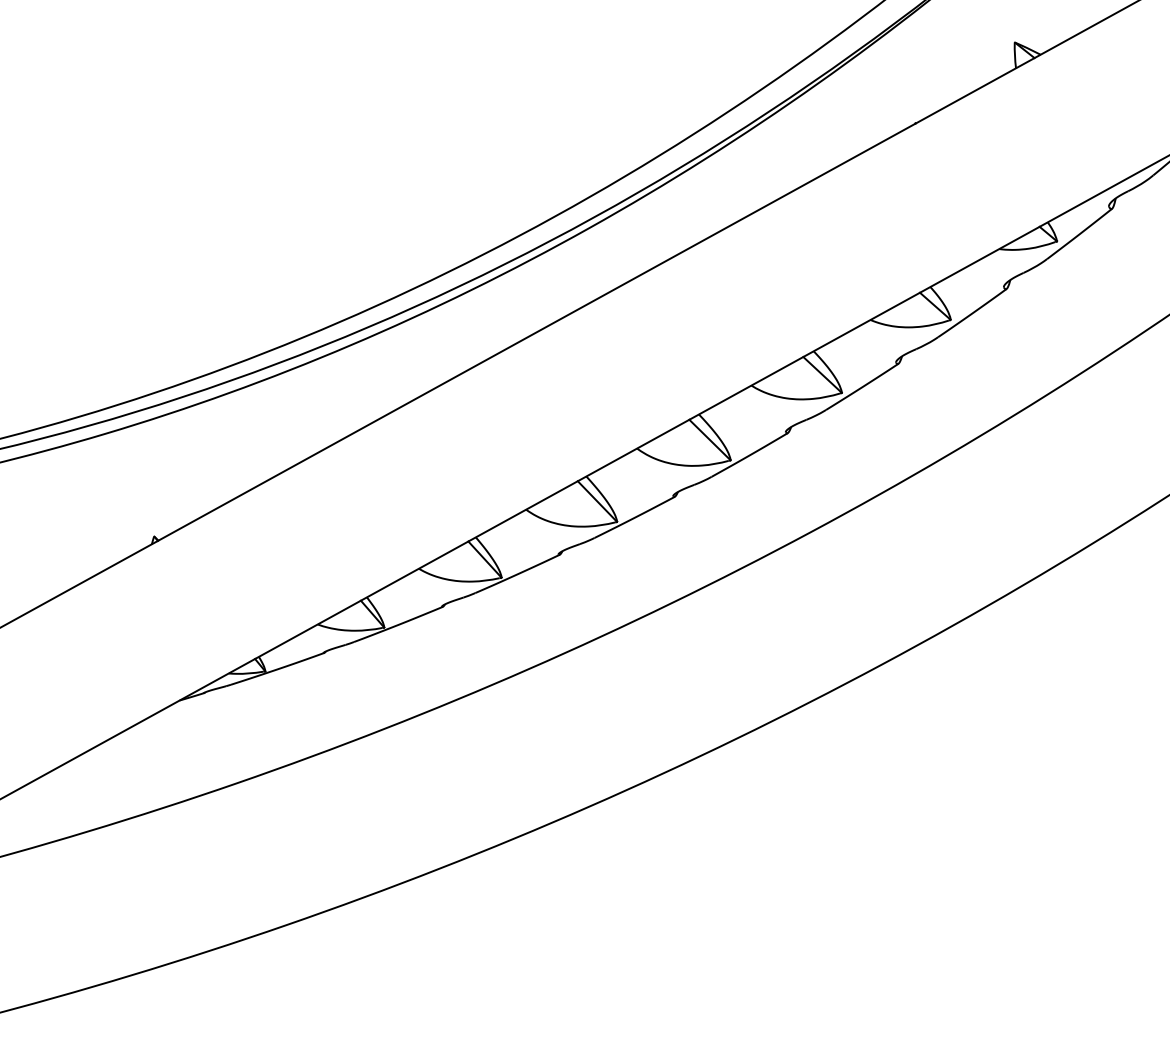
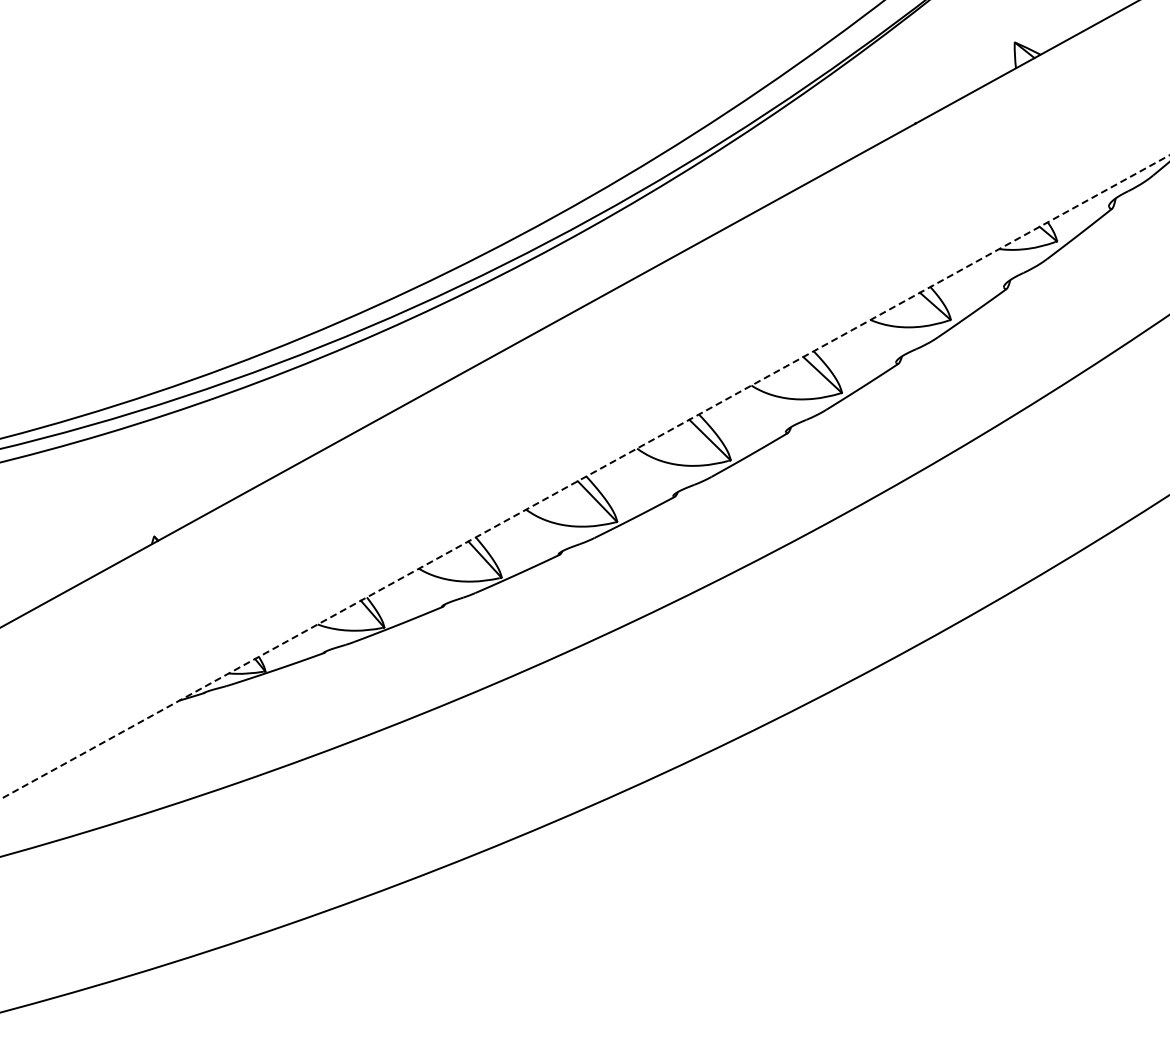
line at (584, 477): solid -> dashed
